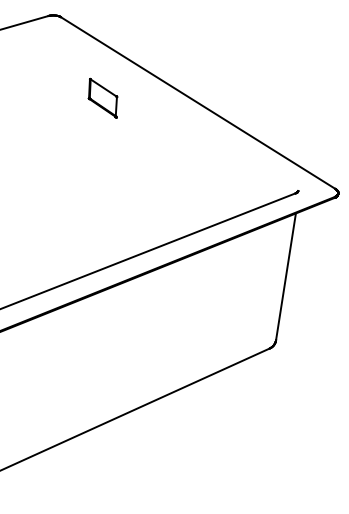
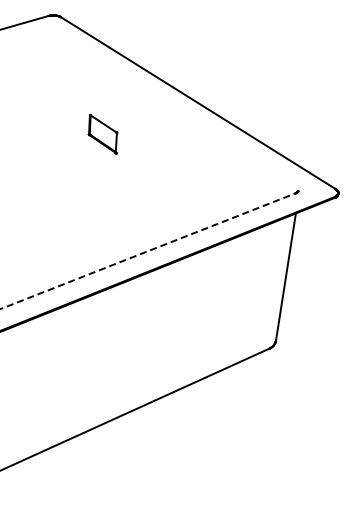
part at (102, 97) position: (102, 97) -> (102, 133)
line at (147, 251): solid -> dashed
